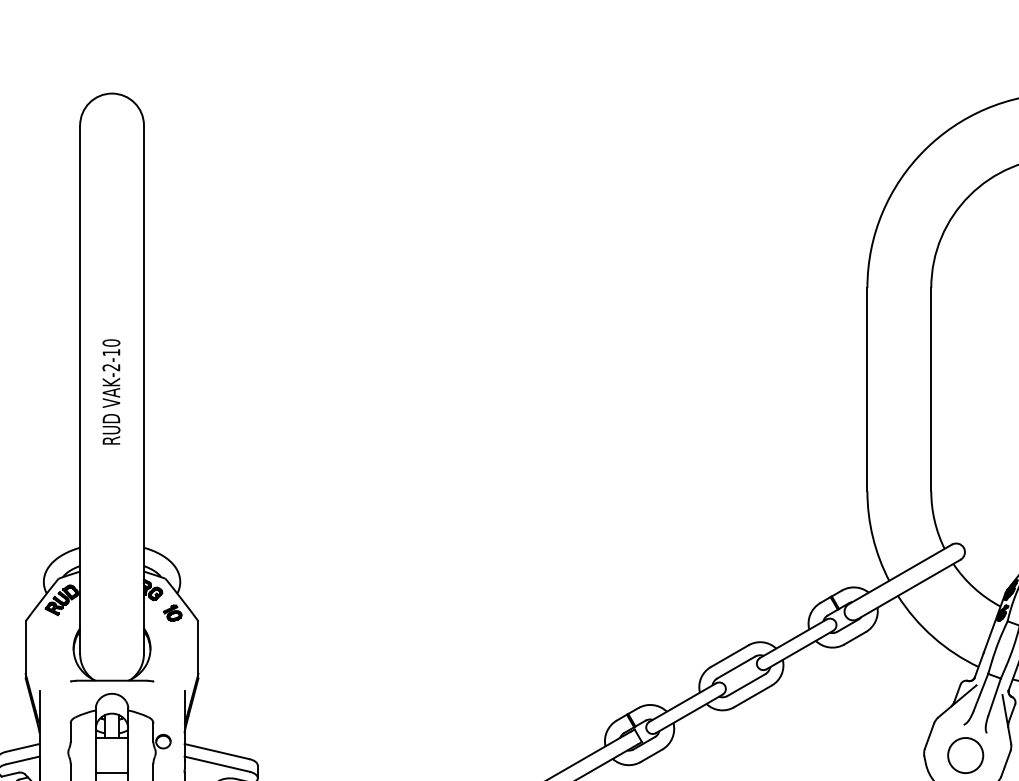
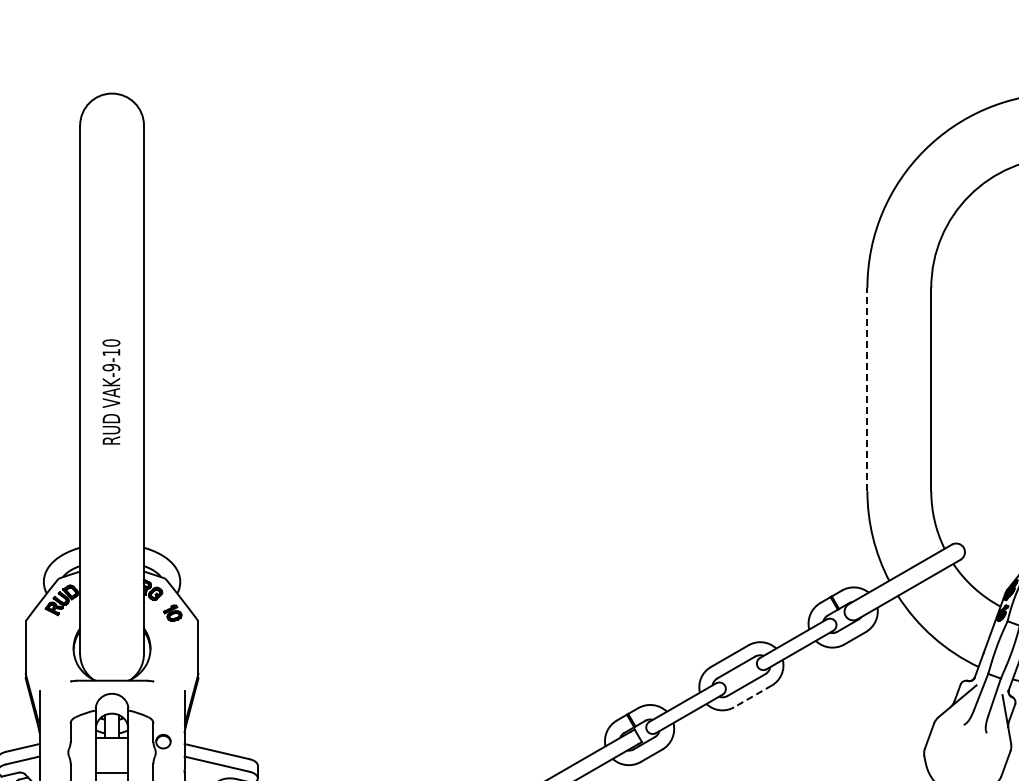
text at (111, 367): VAK-2-10 -> VAK-9-10
line at (867, 389): solid -> dashed
line at (752, 696): solid -> dashed
circle at (965, 755): present -> none
